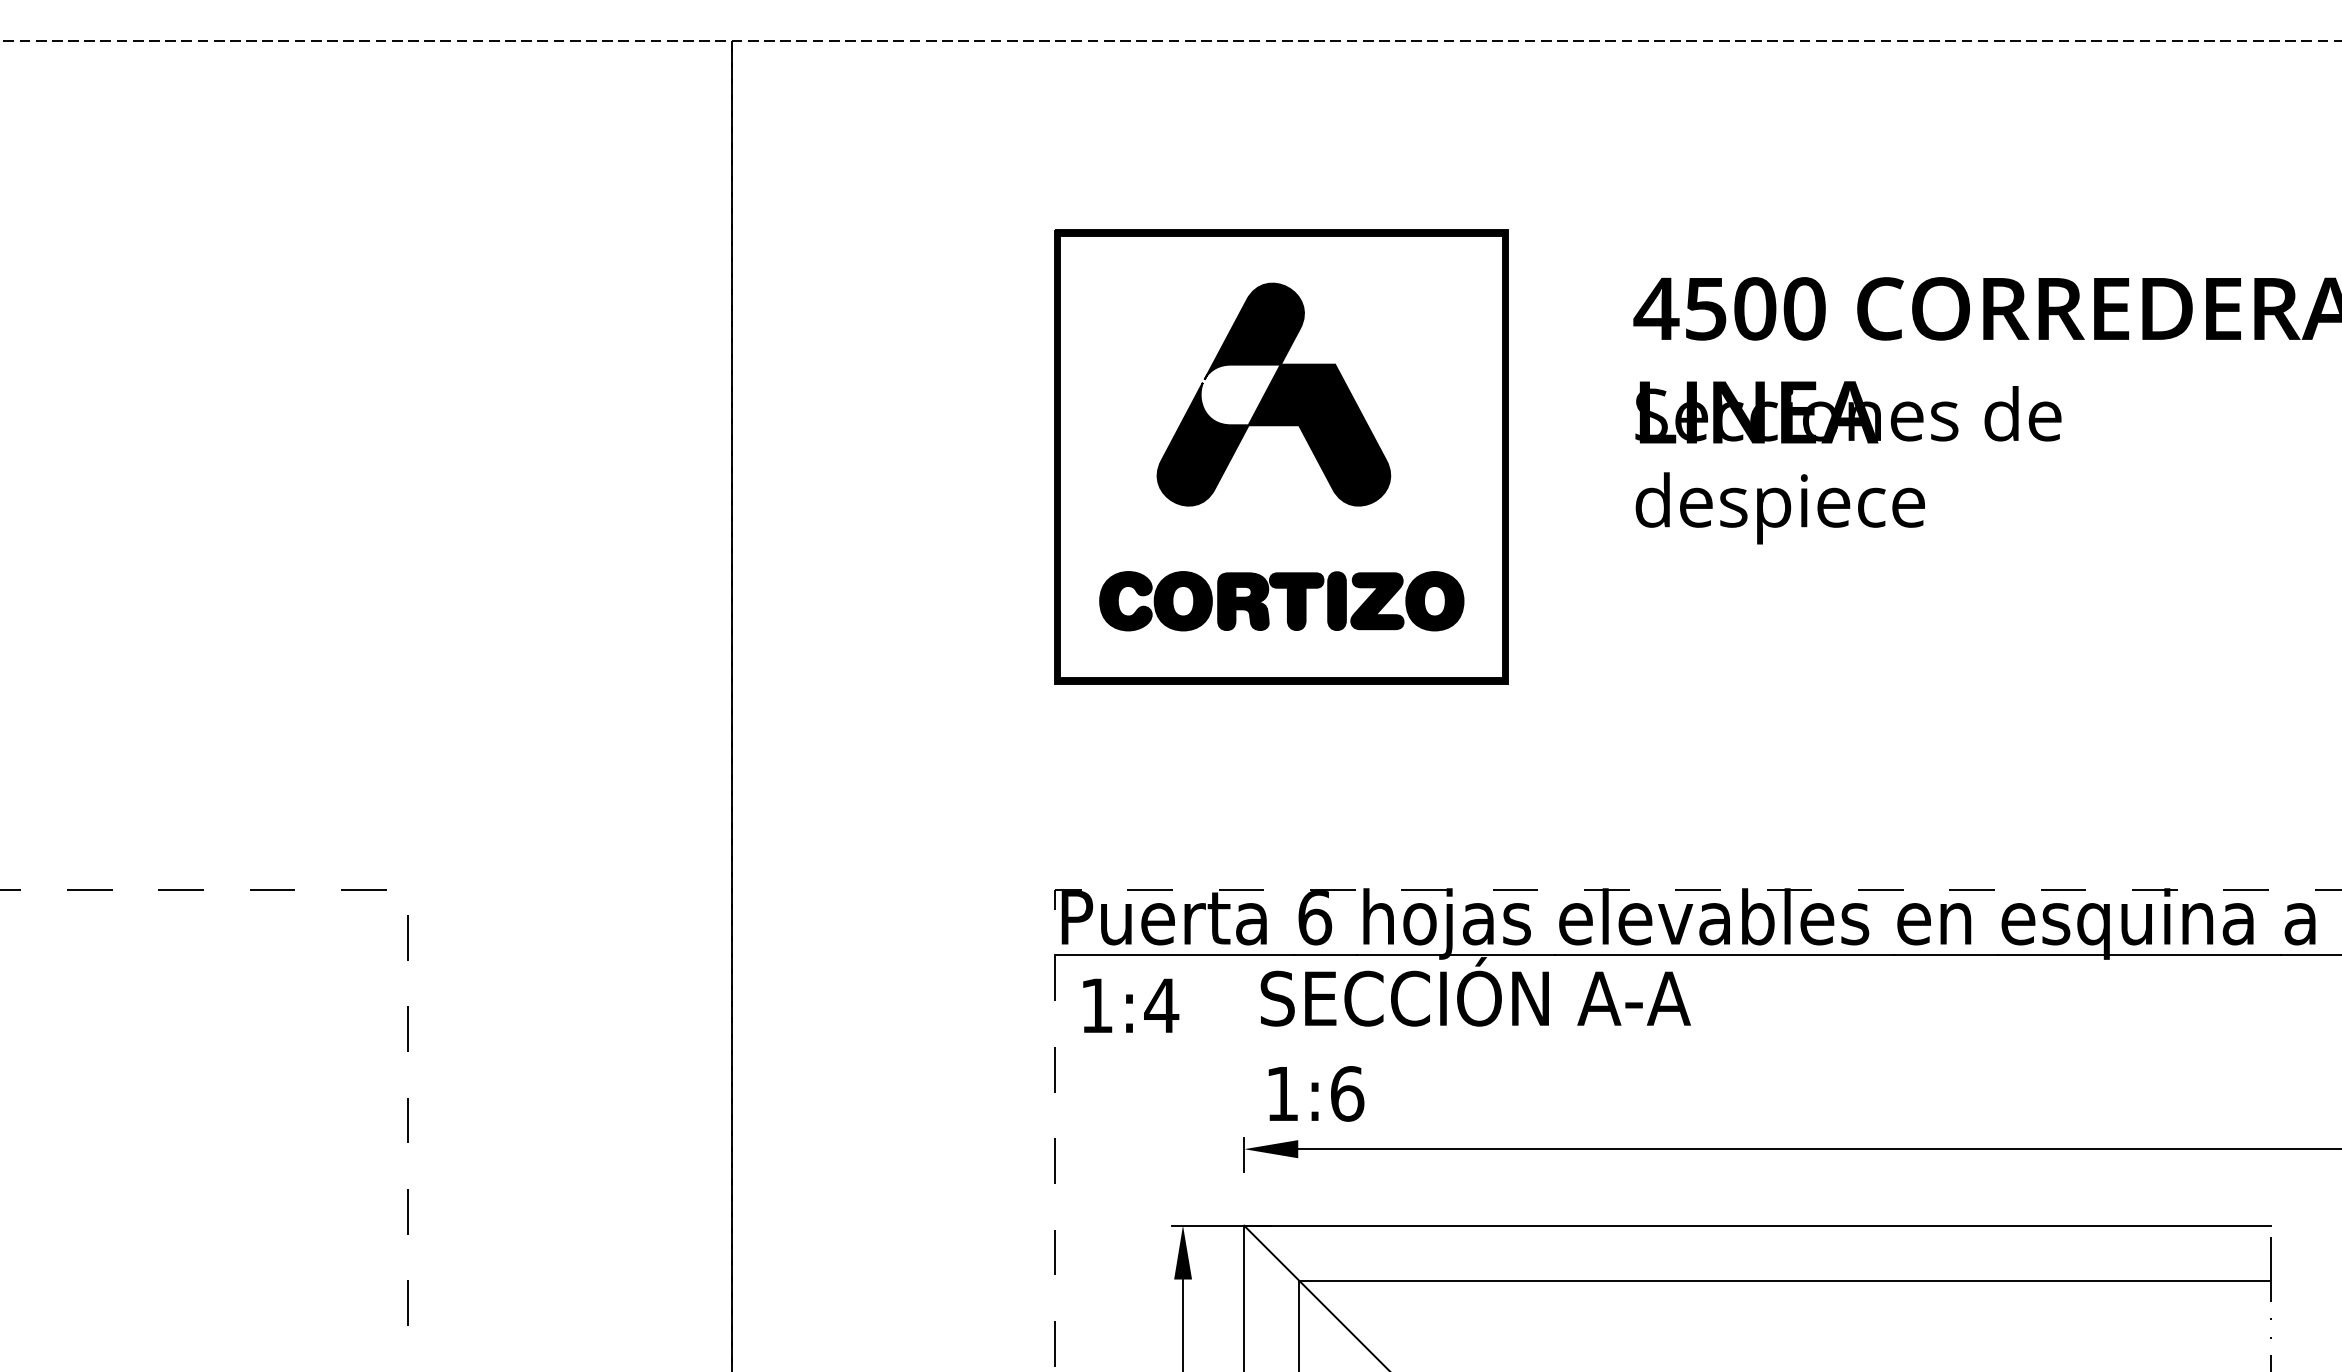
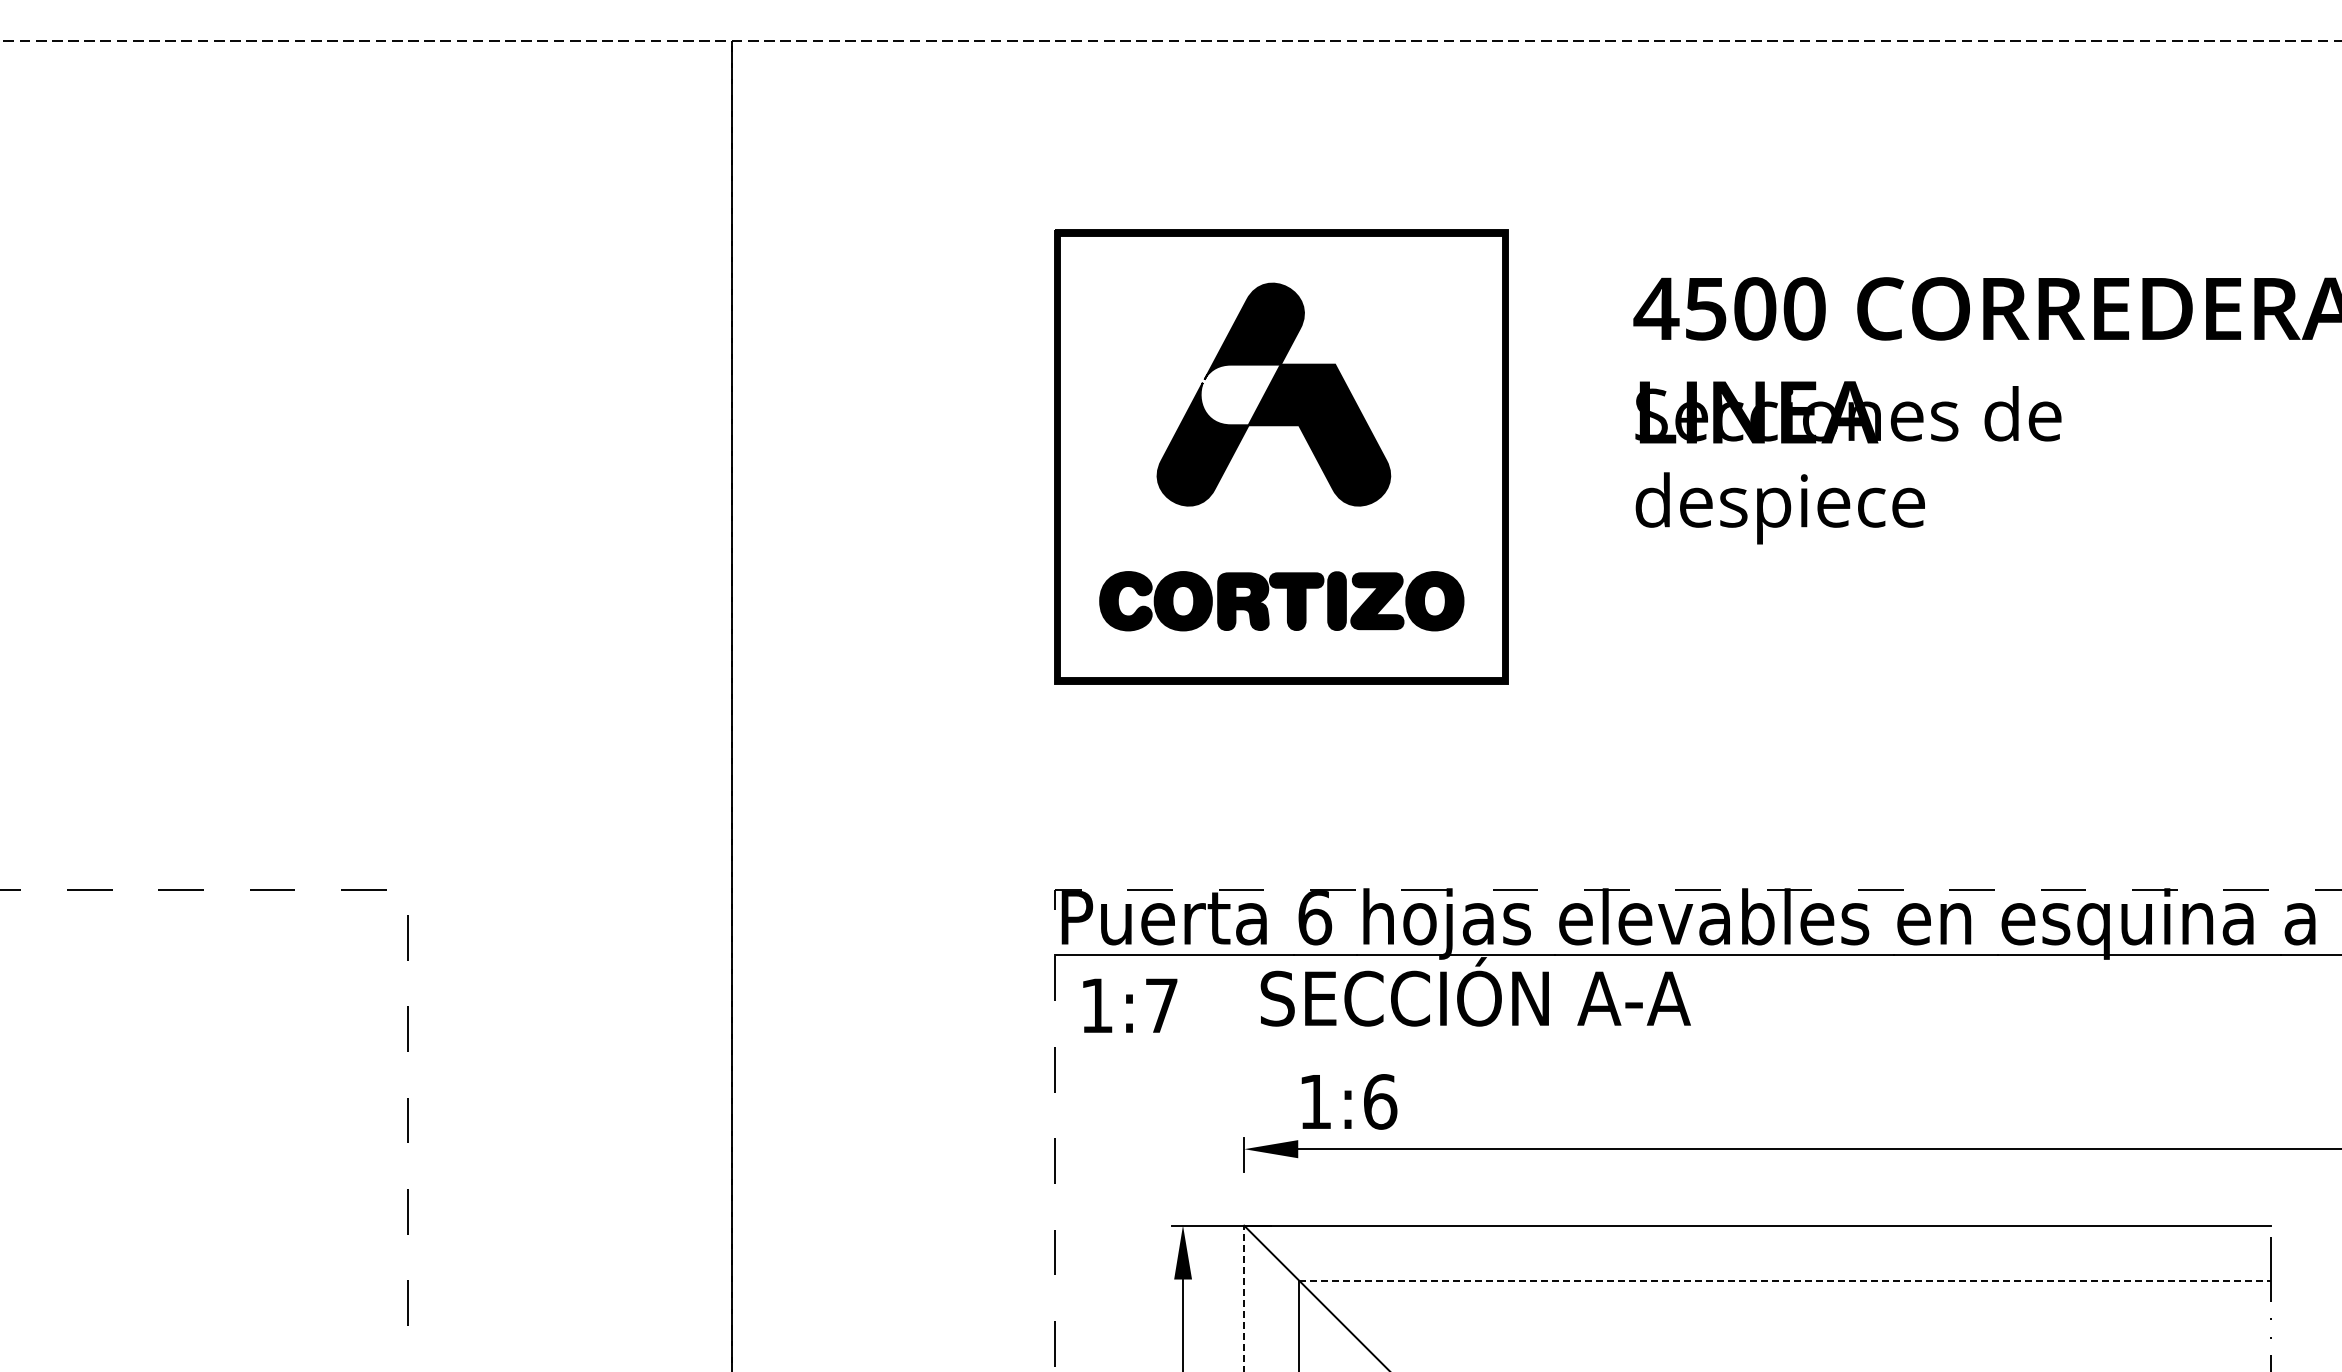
text at (1161, 1005): 1:4 -> 1:7
text at (1316, 1093) position: (1316, 1093) -> (1349, 1101)
line at (1785, 1280): solid -> dashed
line at (1244, 1298): solid -> dashed
